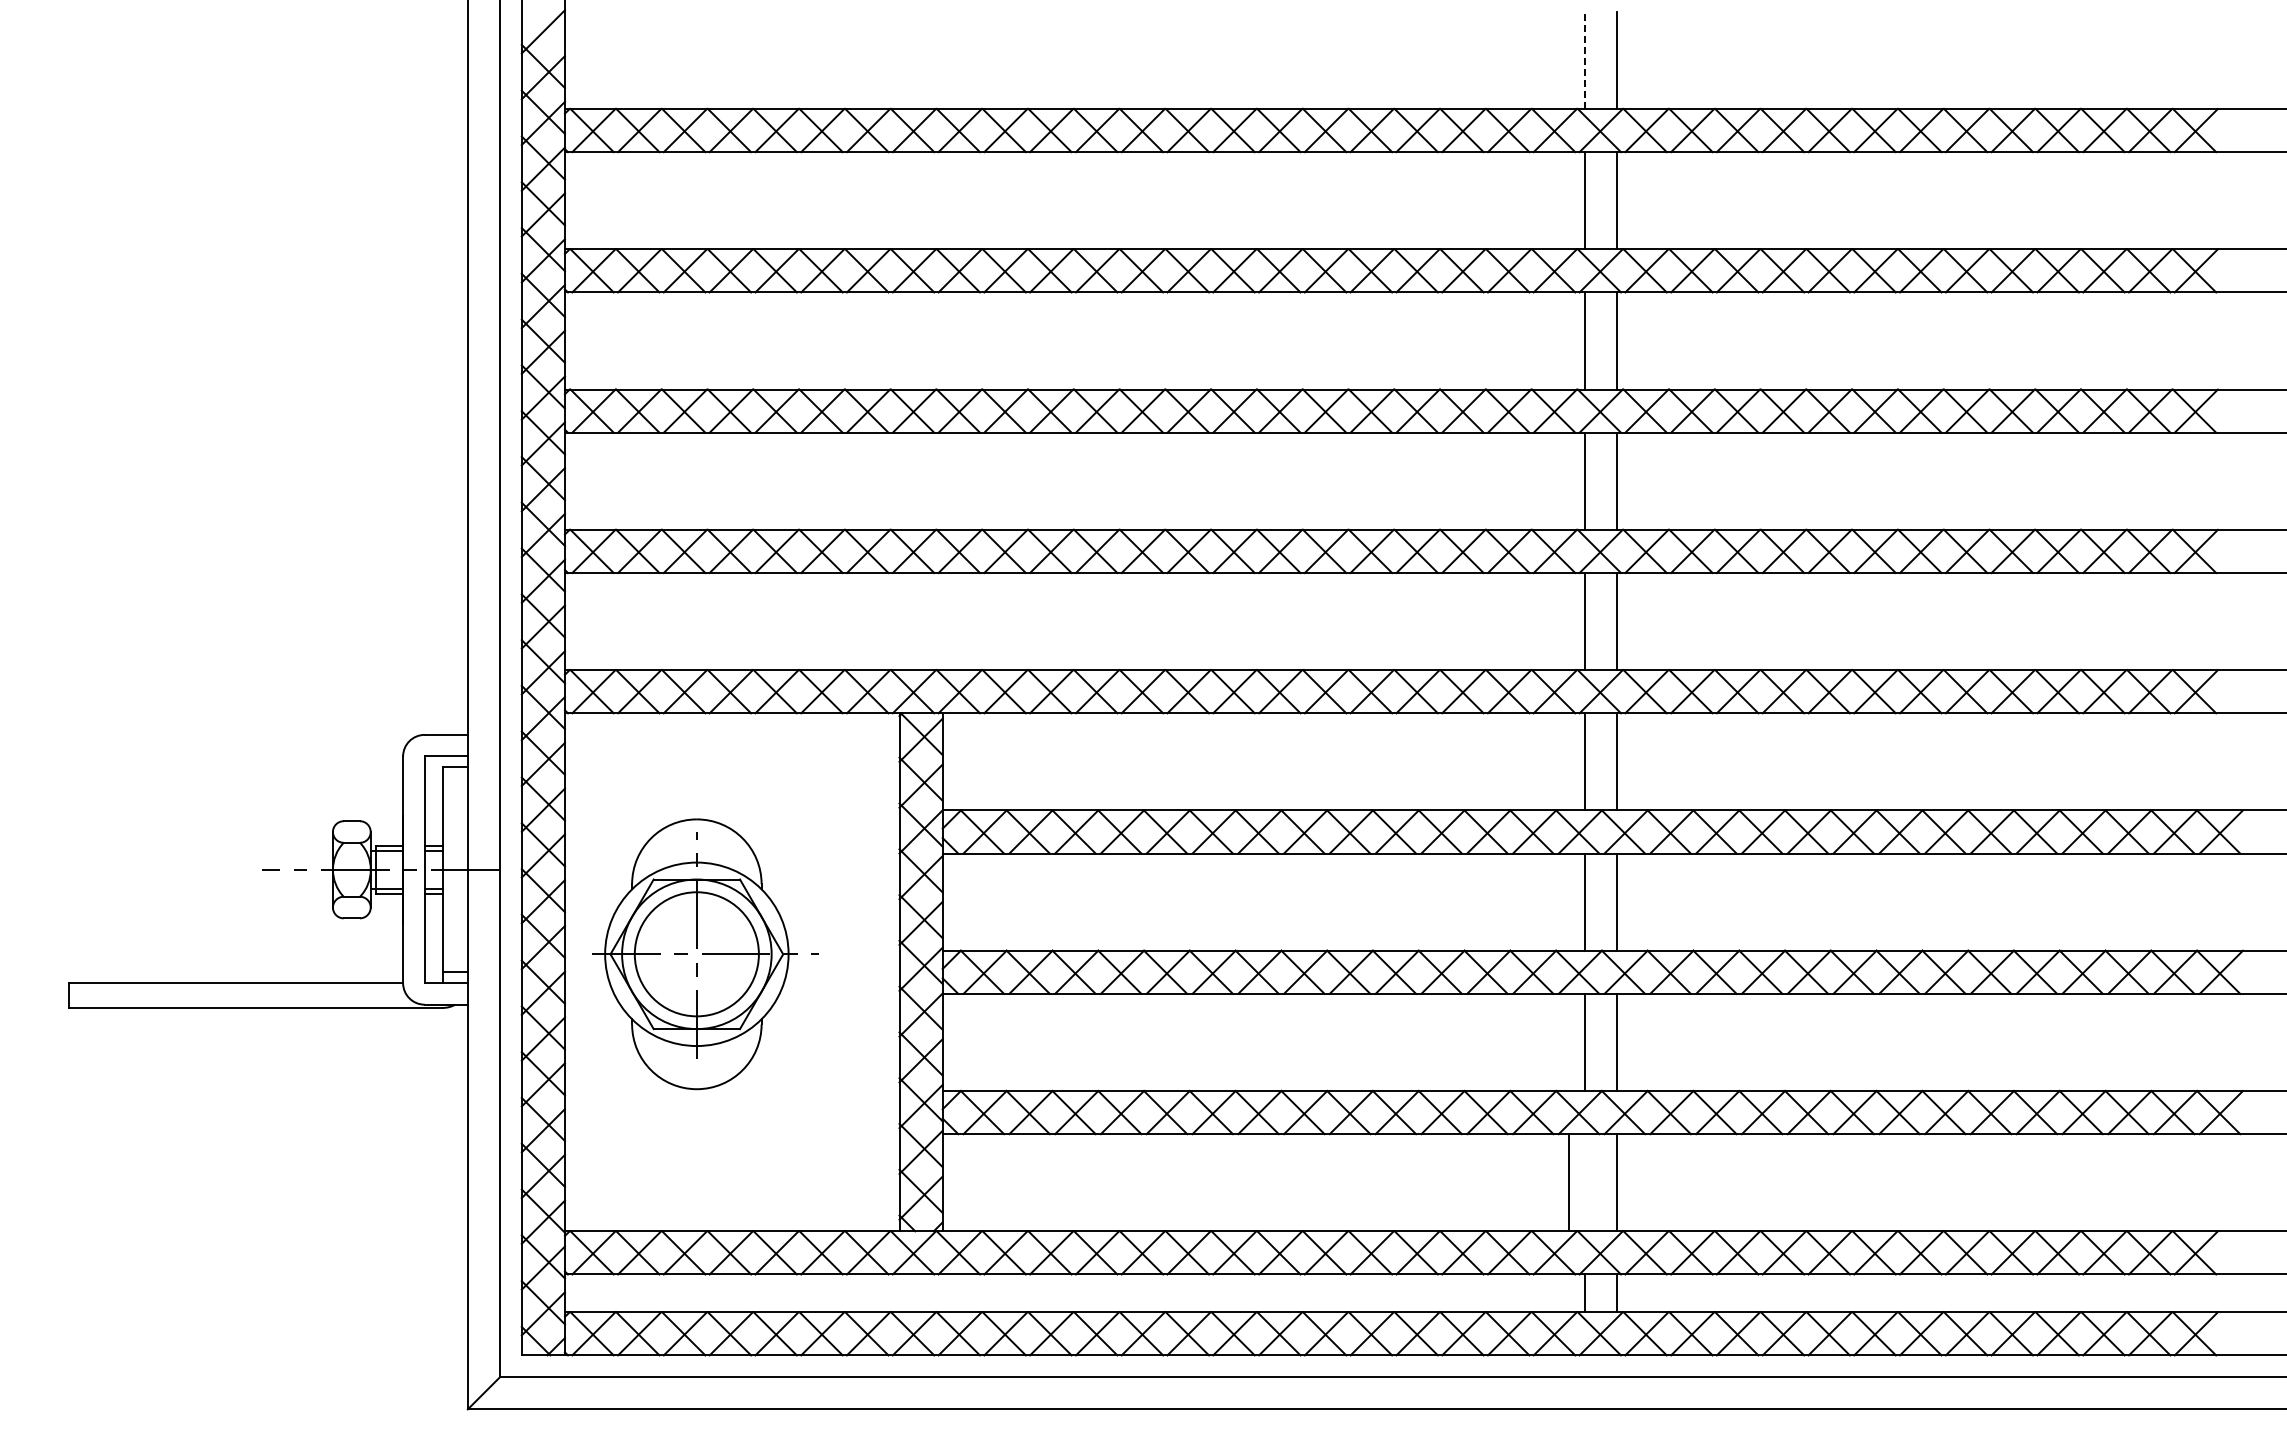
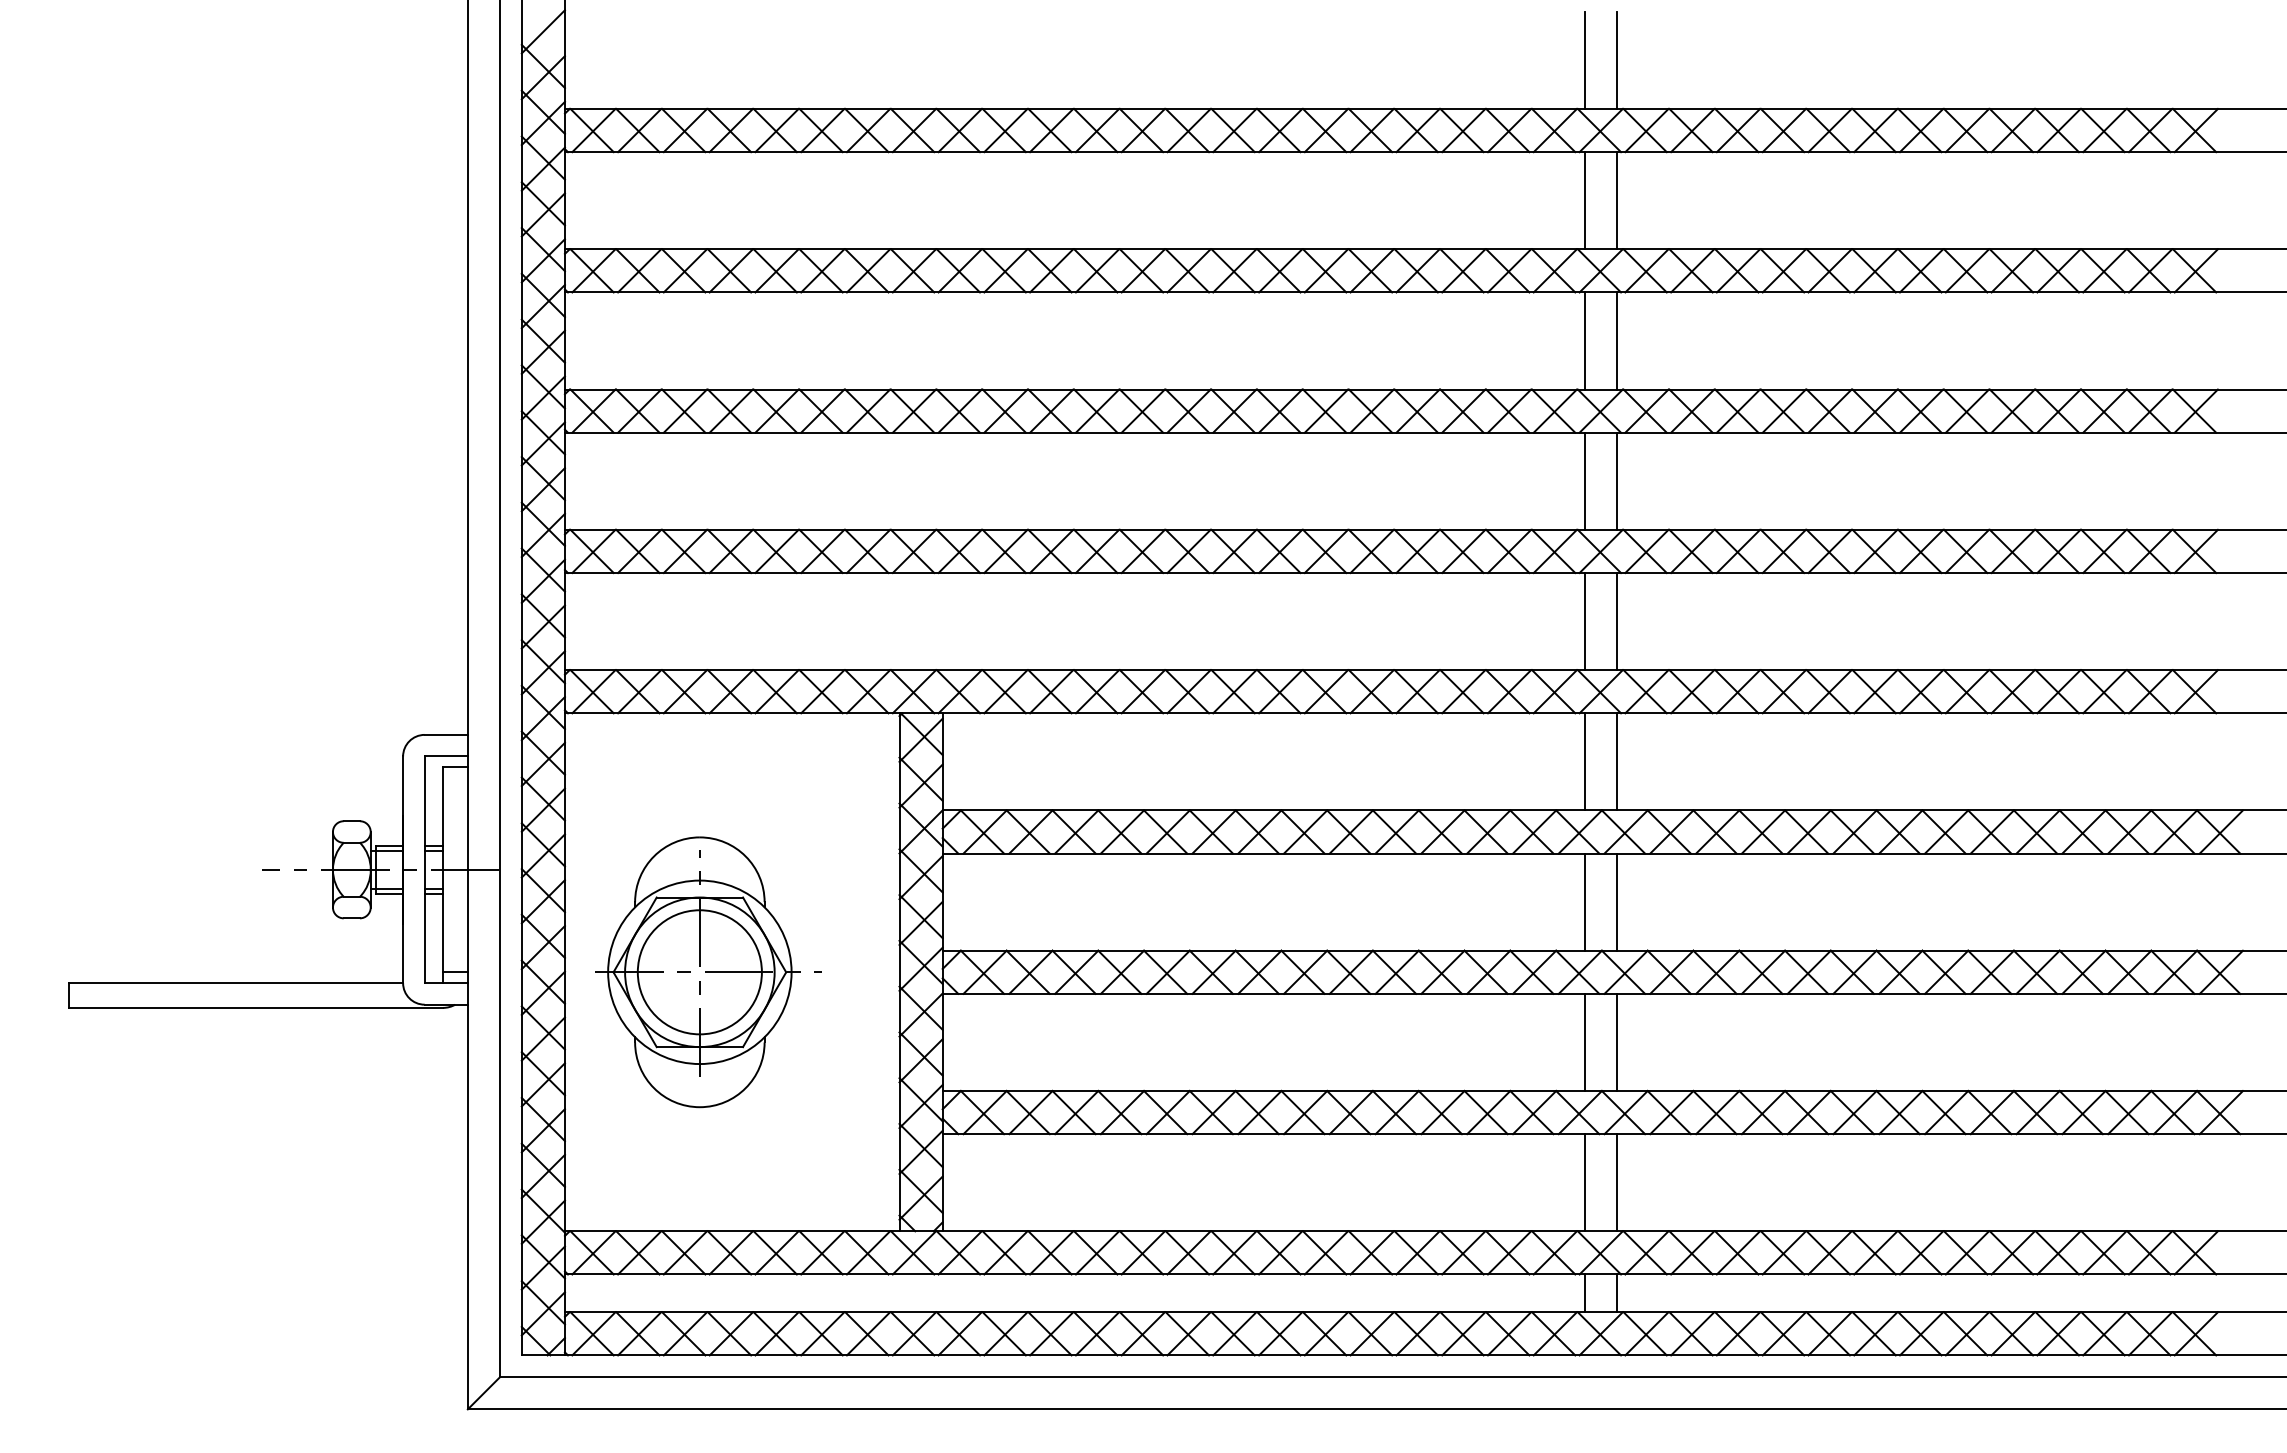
line at (1584, 60): dashed -> solid
part at (705, 954) position: (705, 954) -> (708, 972)
line at (1568, 1182) position: (1568, 1182) -> (1584, 1182)
